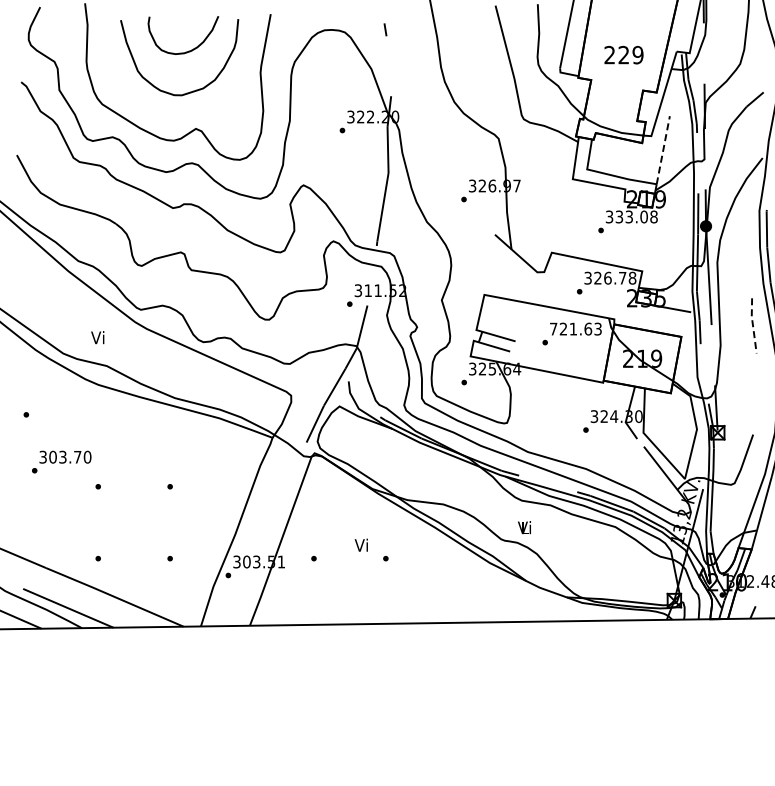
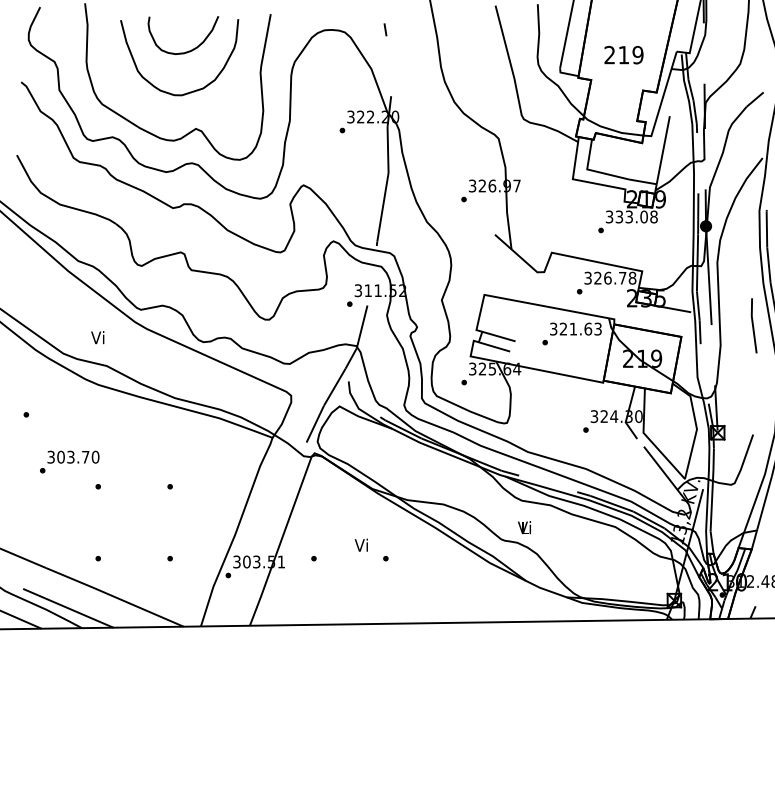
text at (623, 54): 229 -> 219
line at (663, 150): dashed -> solid
line at (752, 325): dashed -> solid
text at (553, 328): 721.63 -> 321.63
text at (61, 461) position: (61, 461) -> (69, 461)
